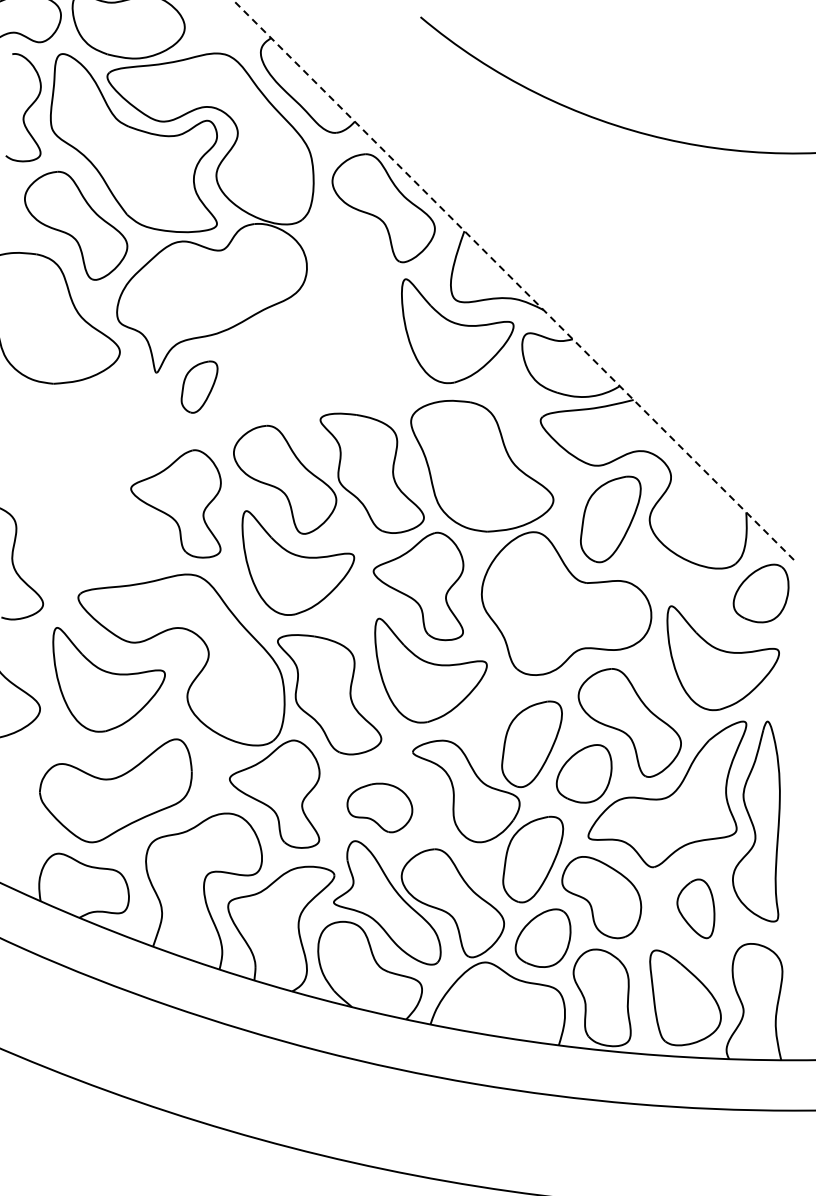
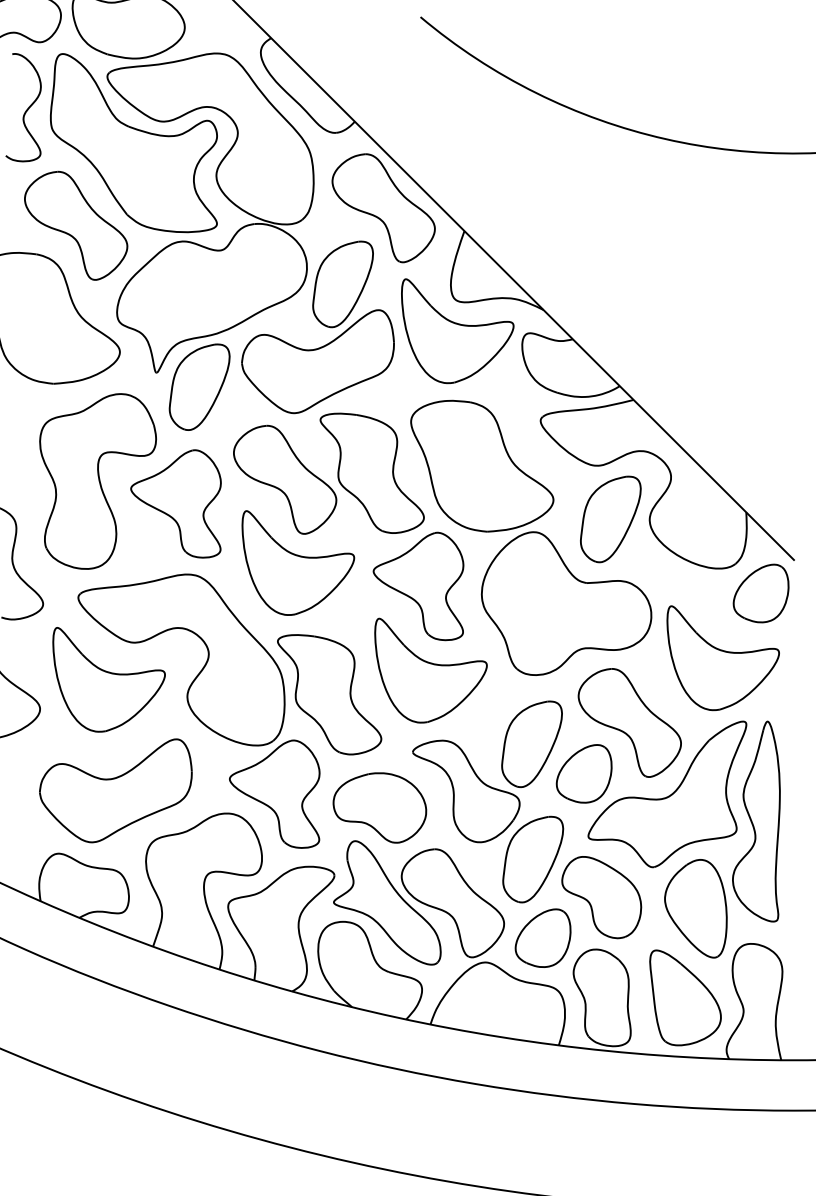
line at (513, 279): dashed -> solid
part at (317, 327): none -> present
part at (199, 386) size: 39x54 px -> 63x88 px
part at (97, 481): none -> present
part at (379, 807) size: 68x52 px -> 96x72 px
part at (695, 908) size: 40x62 px -> 64x100 px
